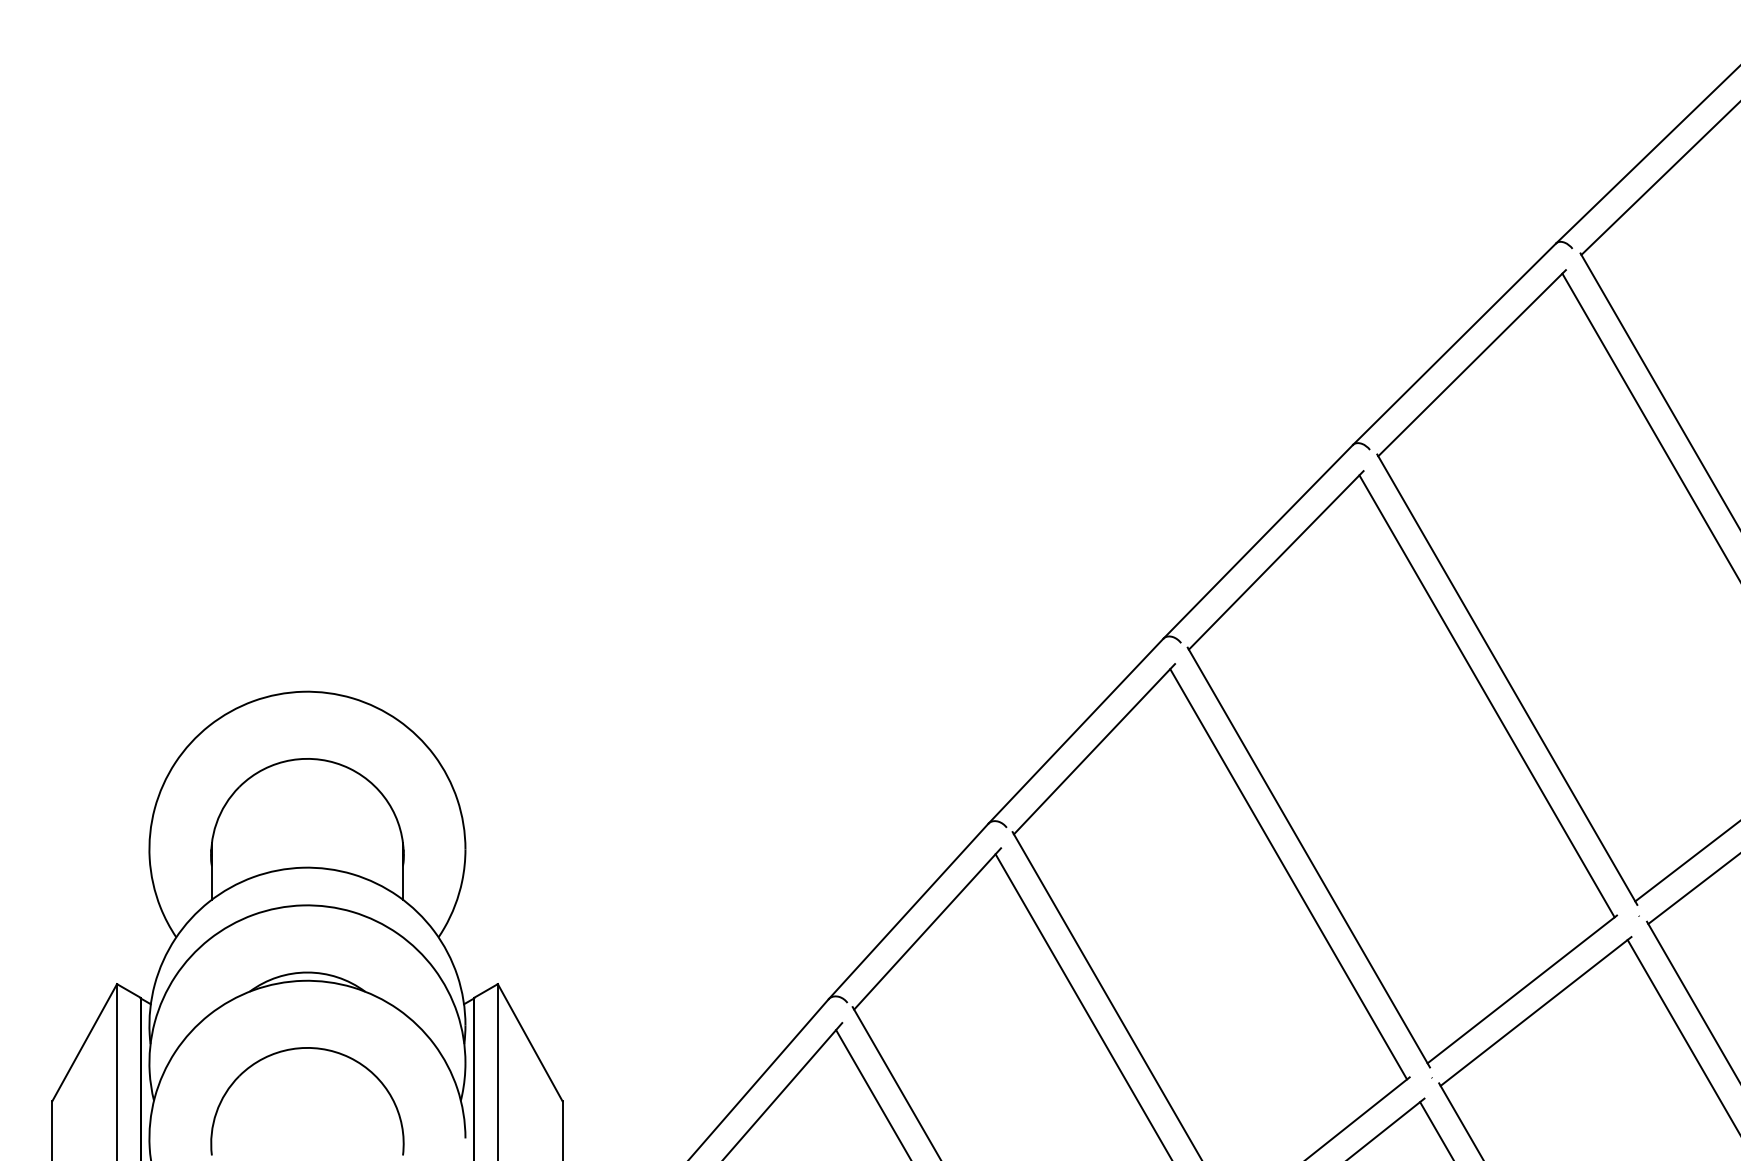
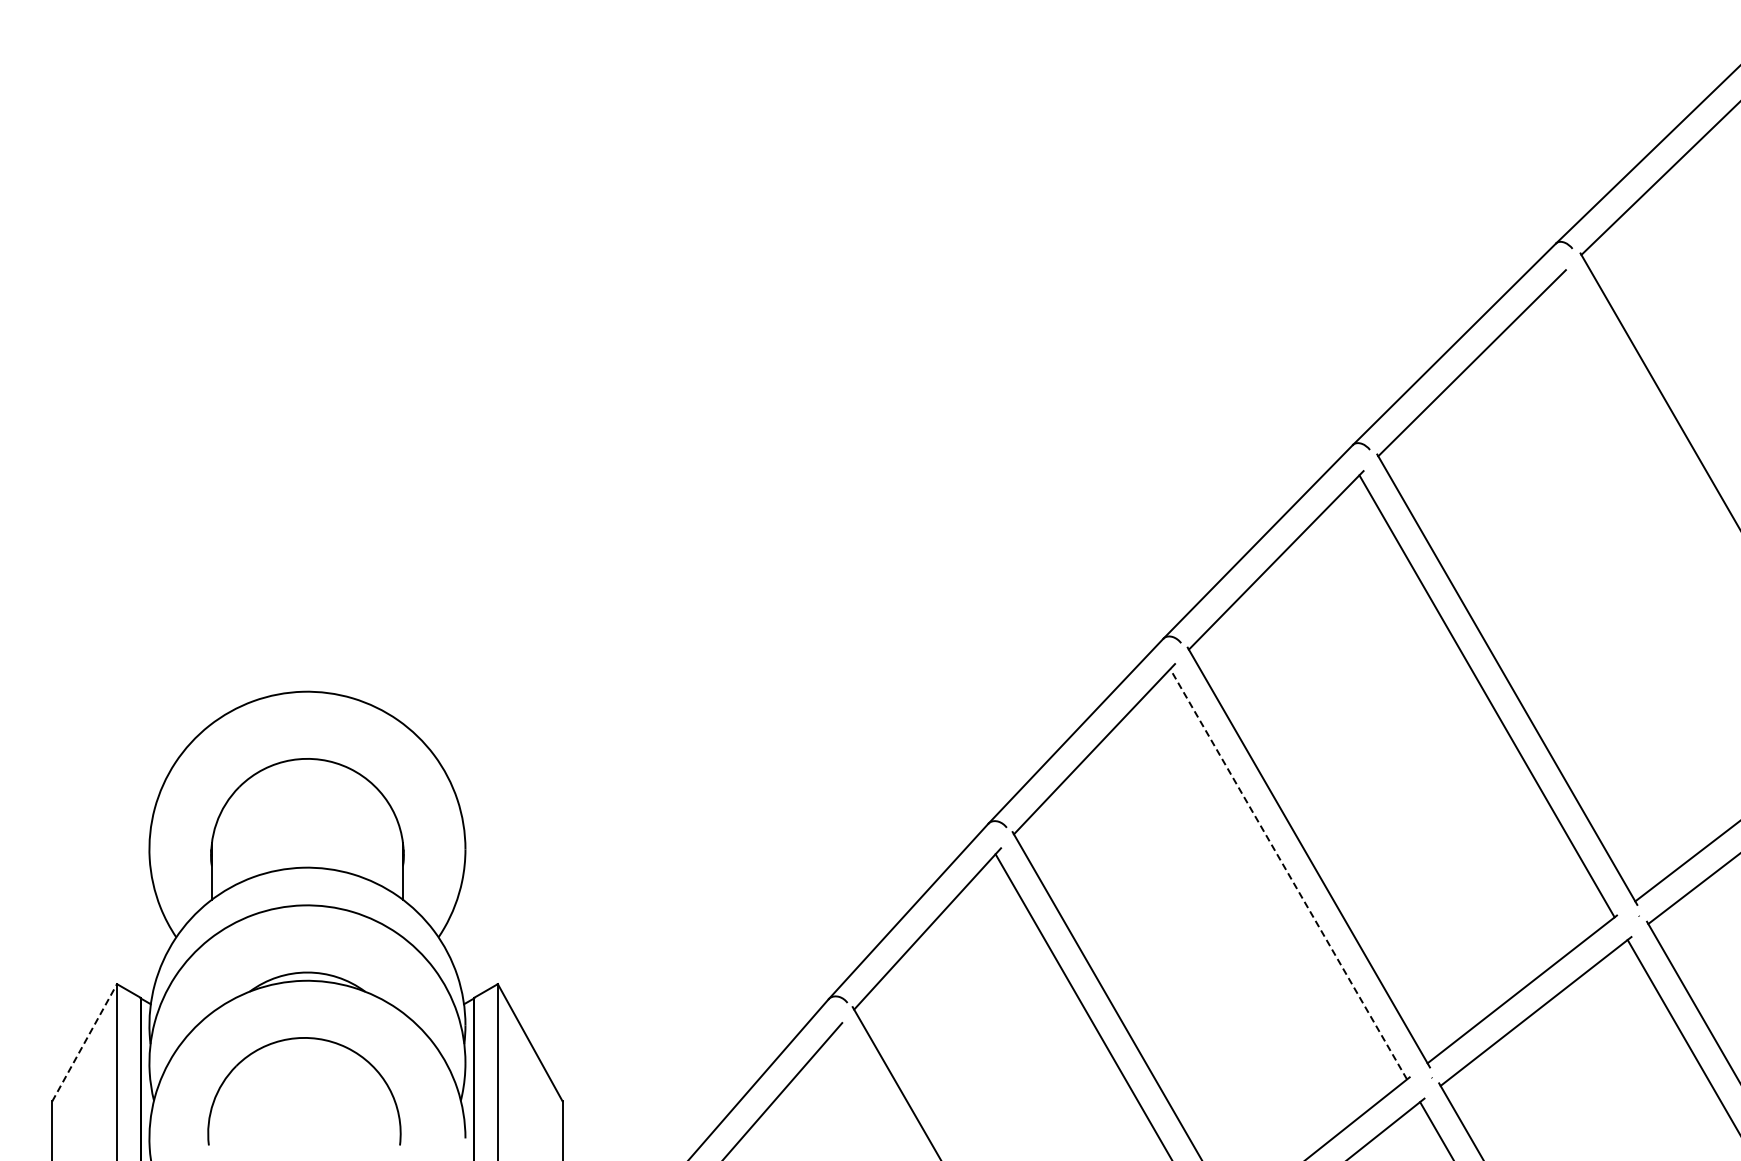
line at (1649, 425): present -> none
line at (1288, 874): solid -> dashed
line at (84, 1042): solid -> dashed
part at (313, 1049) position: (313, 1049) -> (310, 1039)
line at (872, 1093): present -> none
